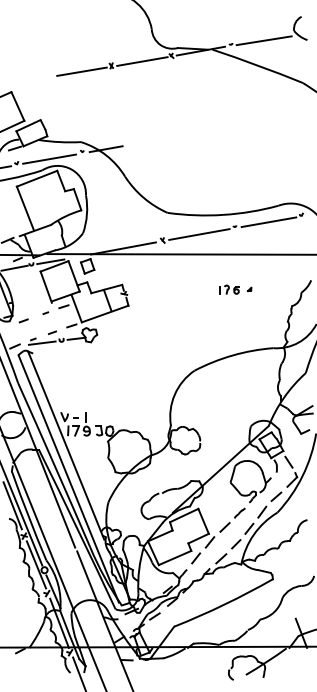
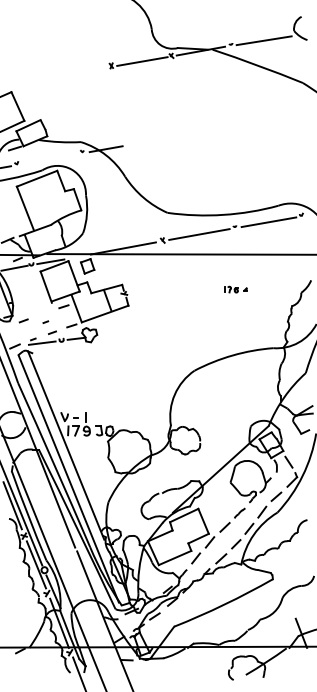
line at (81, 71): present -> none
line at (49, 158): present -> none
part at (235, 289) size: 34x11 px -> 24x9 px
line at (45, 312) position: (45, 312) -> (45, 321)
